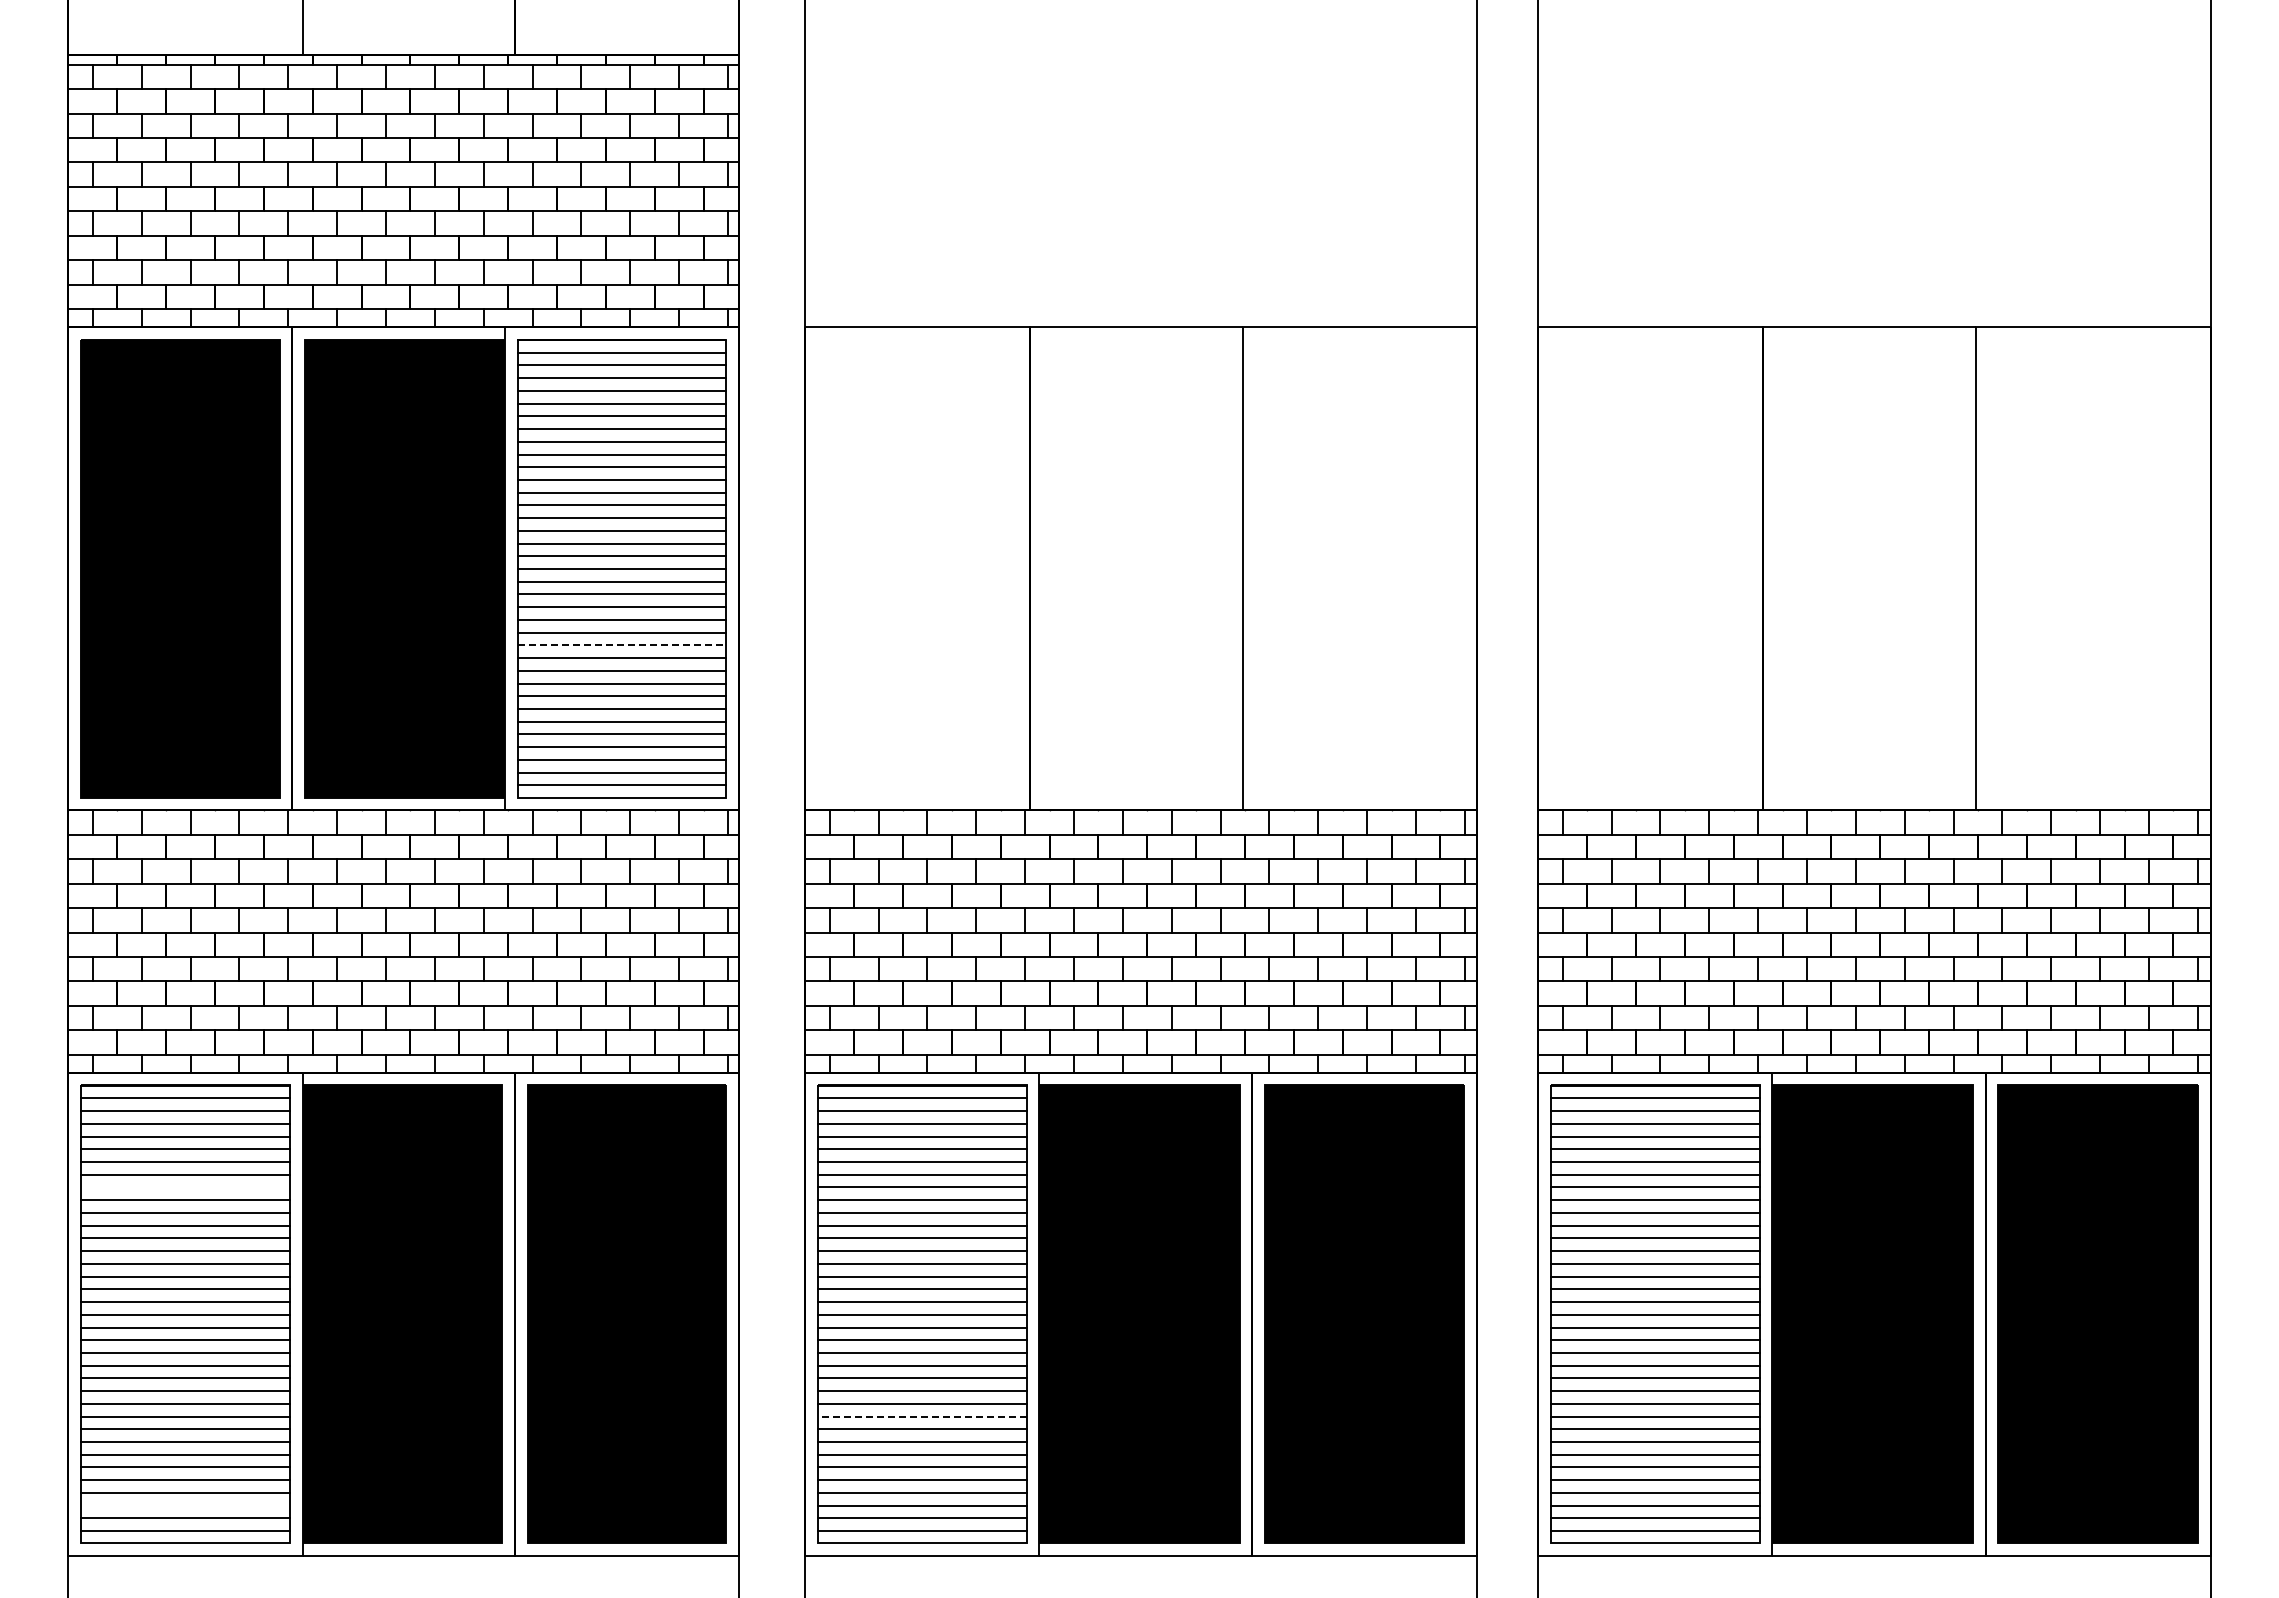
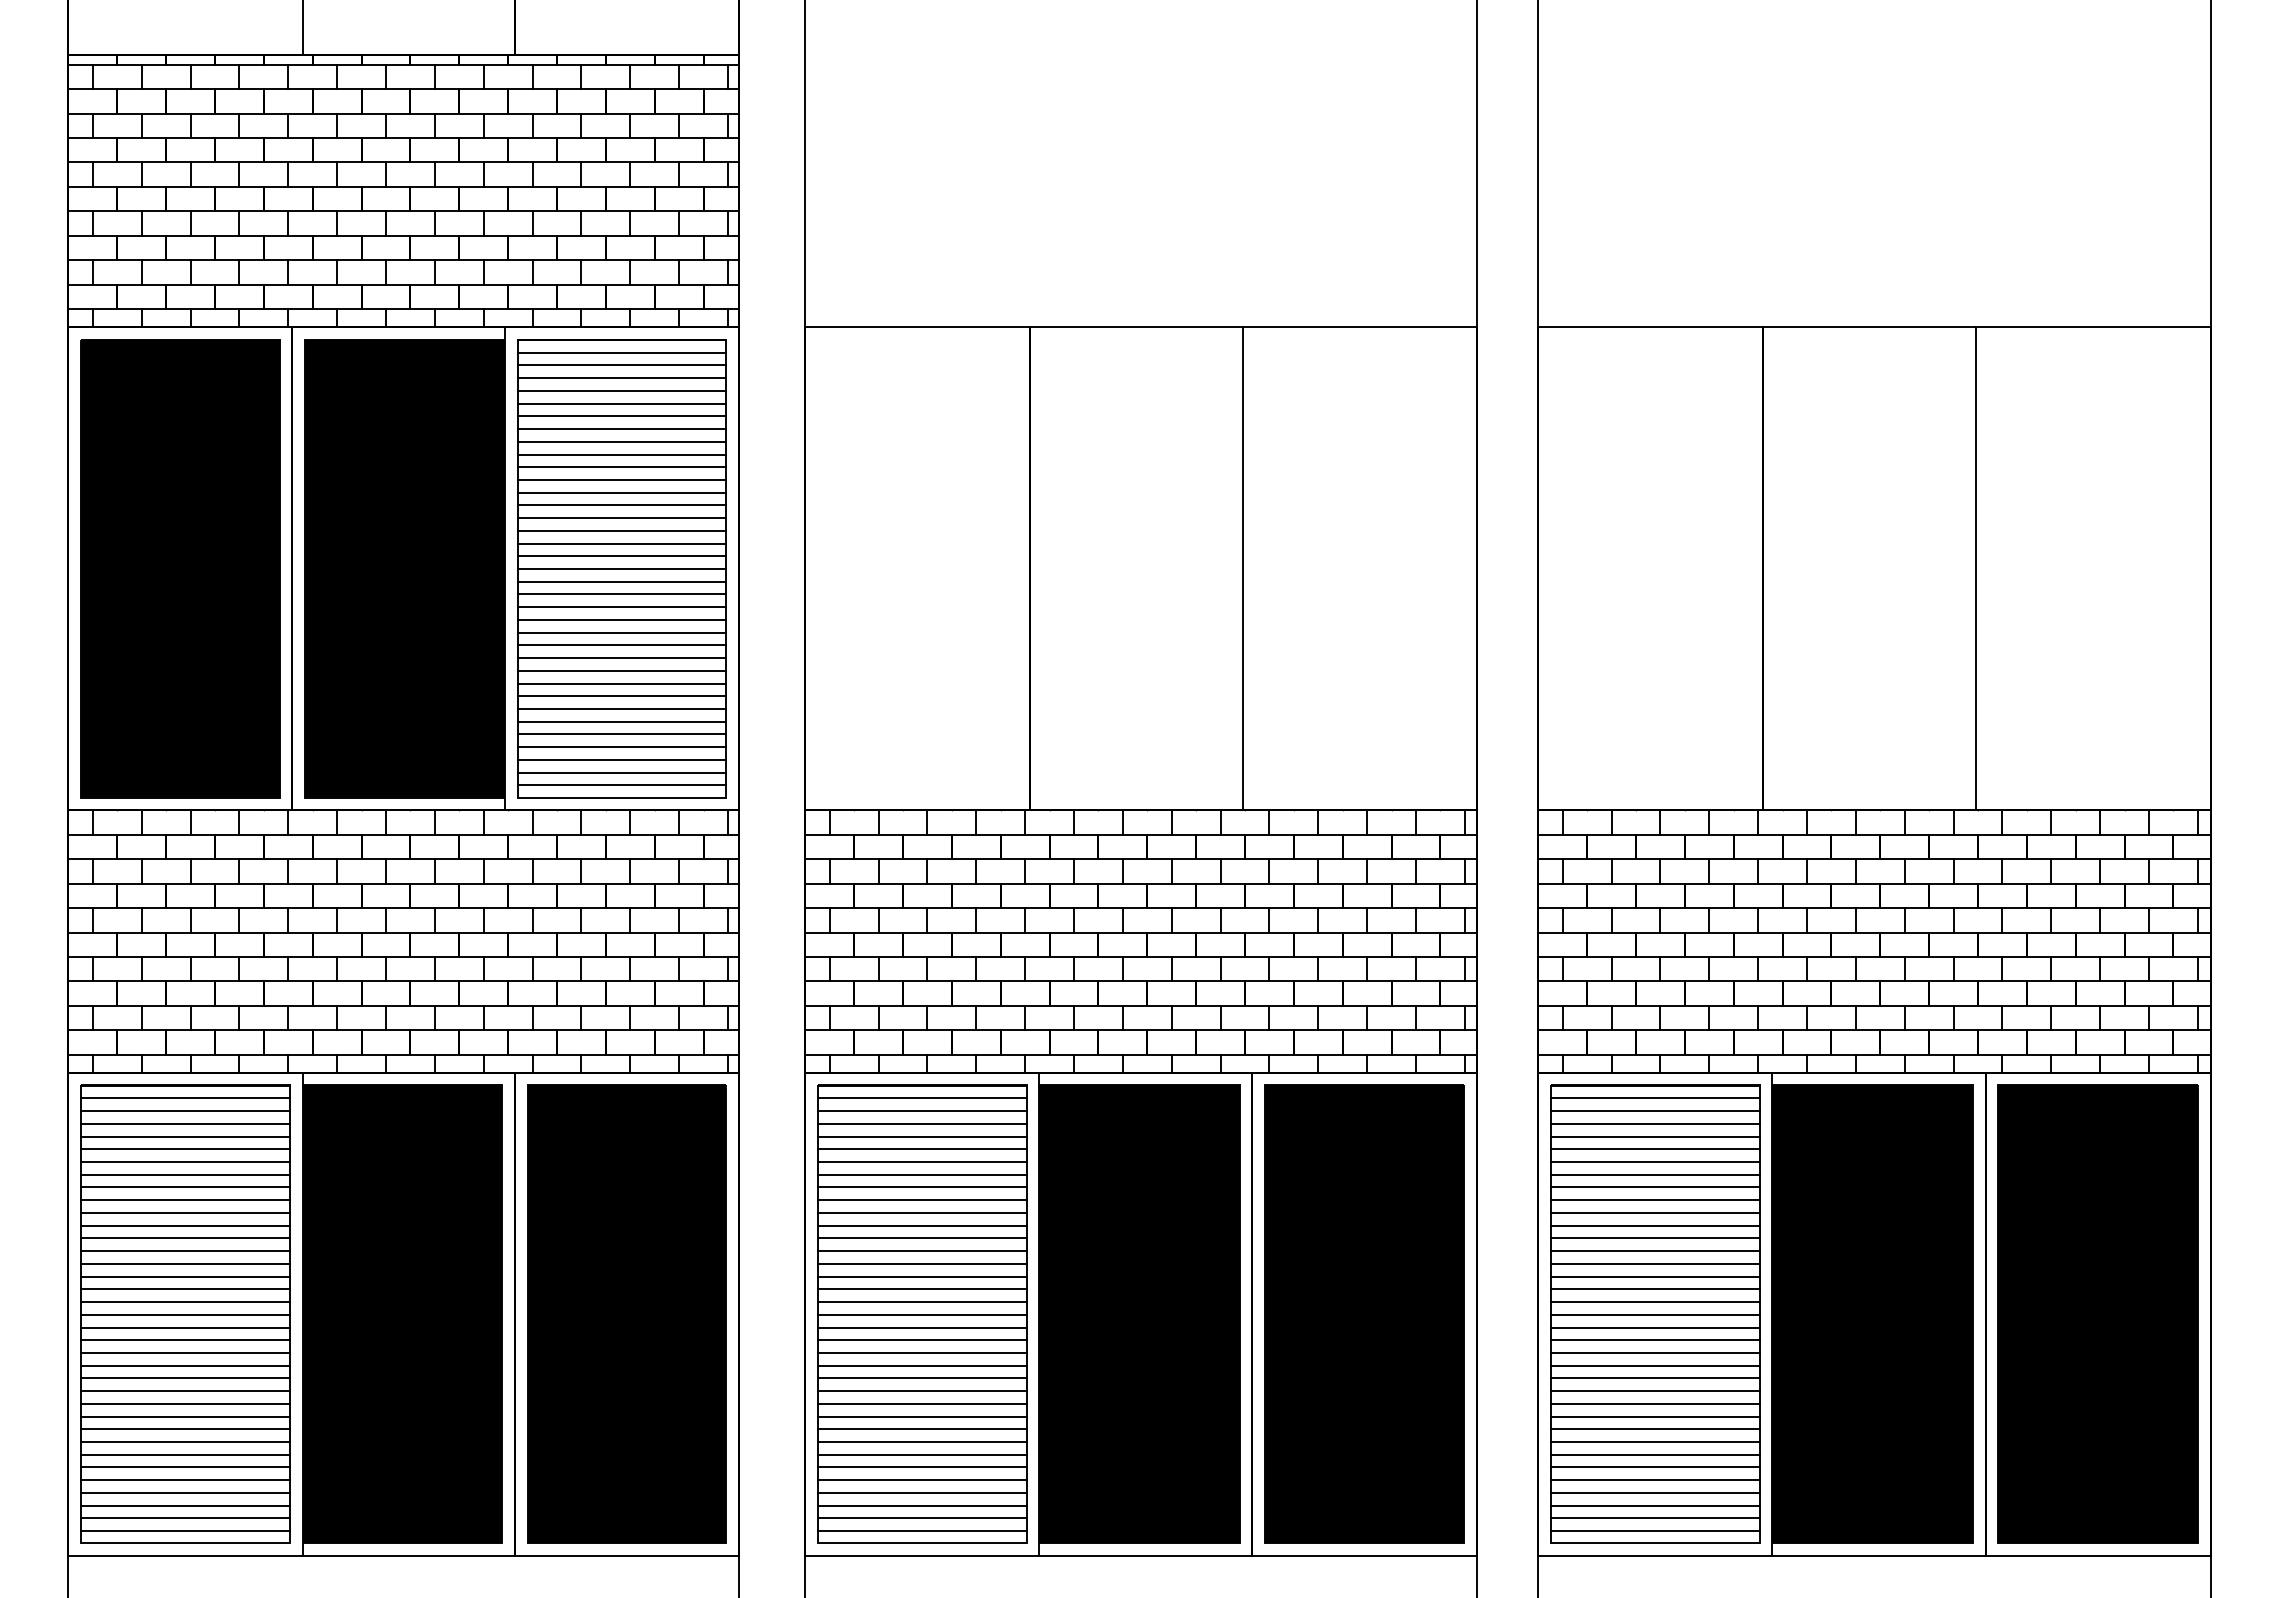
line at (622, 645): dashed -> solid
line at (185, 1187): none -> present
line at (921, 1416): dashed -> solid
line at (185, 1505): none -> present
